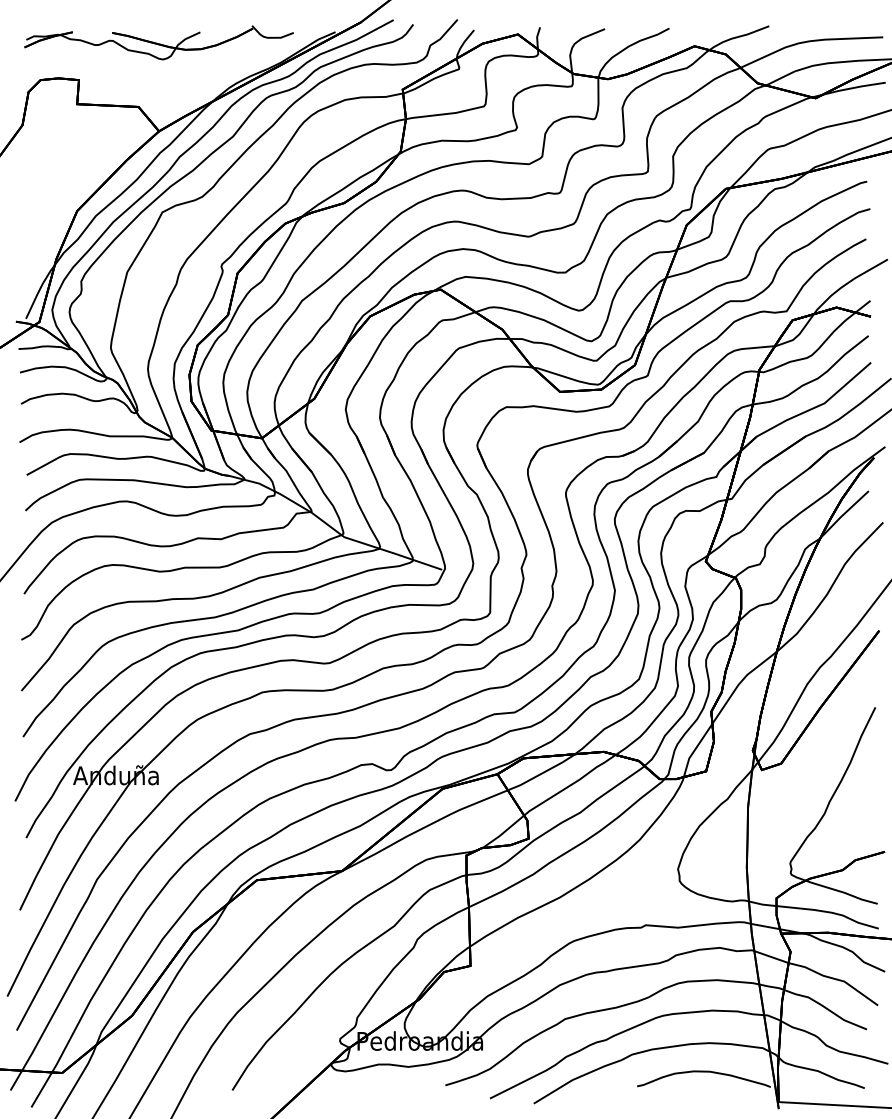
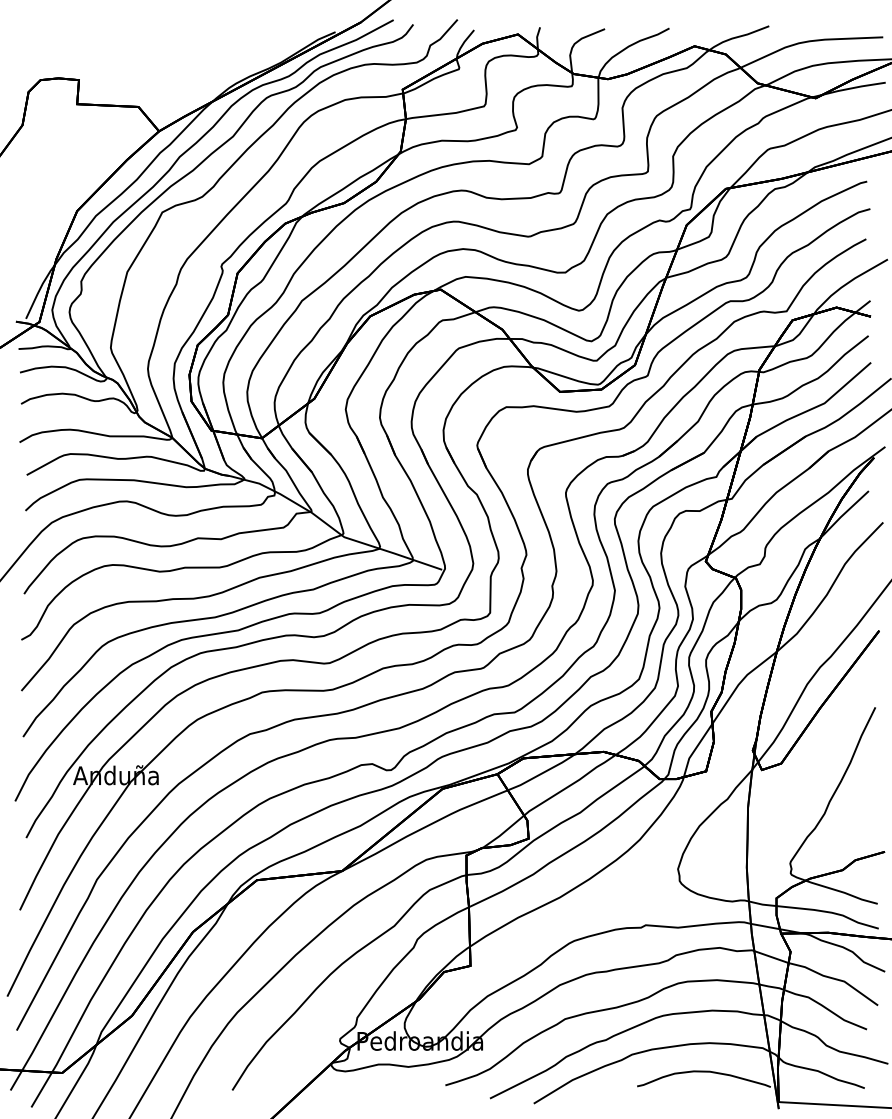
part at (158, 42): present -> none
